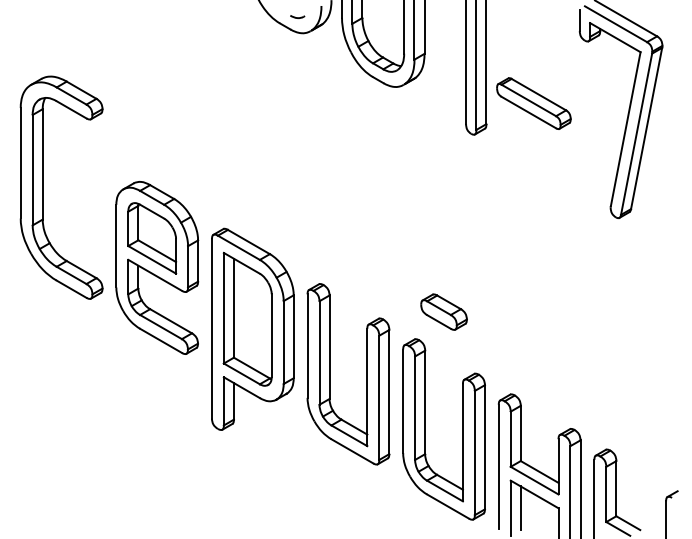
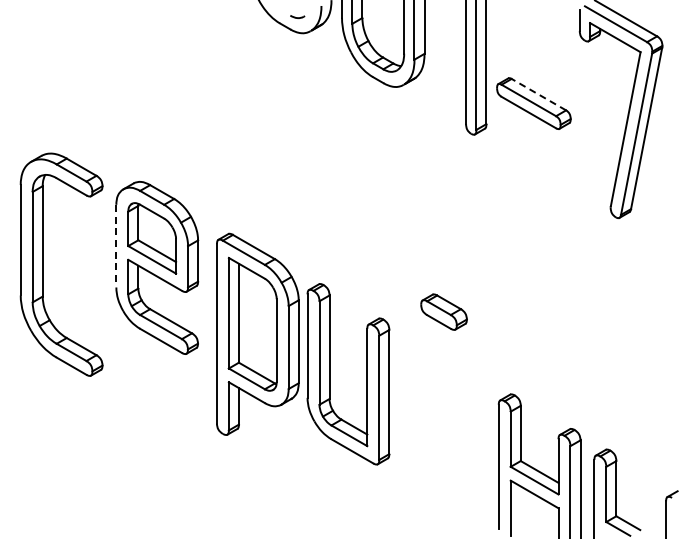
line at (538, 94): solid -> dashed
part at (43, 187) position: (43, 187) -> (43, 264)
line at (116, 246): solid -> dashed
part at (252, 328) position: (252, 328) -> (257, 333)
part at (425, 429): present -> none
line at (520, 508): present -> none
